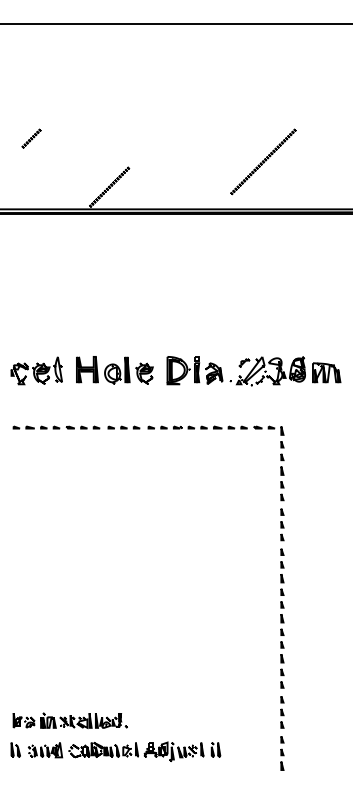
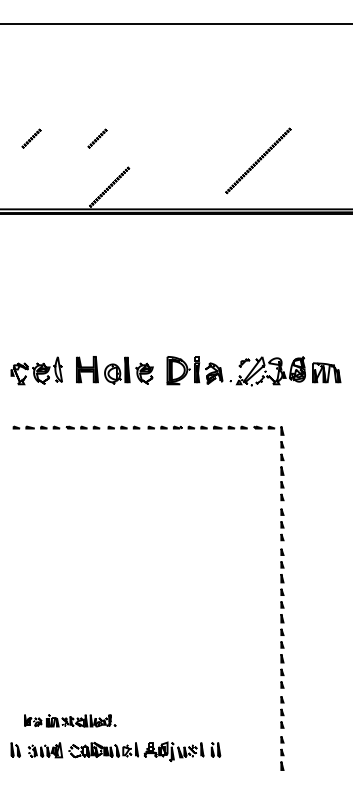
line at (97, 138): none -> present
line at (263, 161) position: (263, 161) -> (258, 160)
part at (69, 720) size: 116x18 px -> 93x14 px
